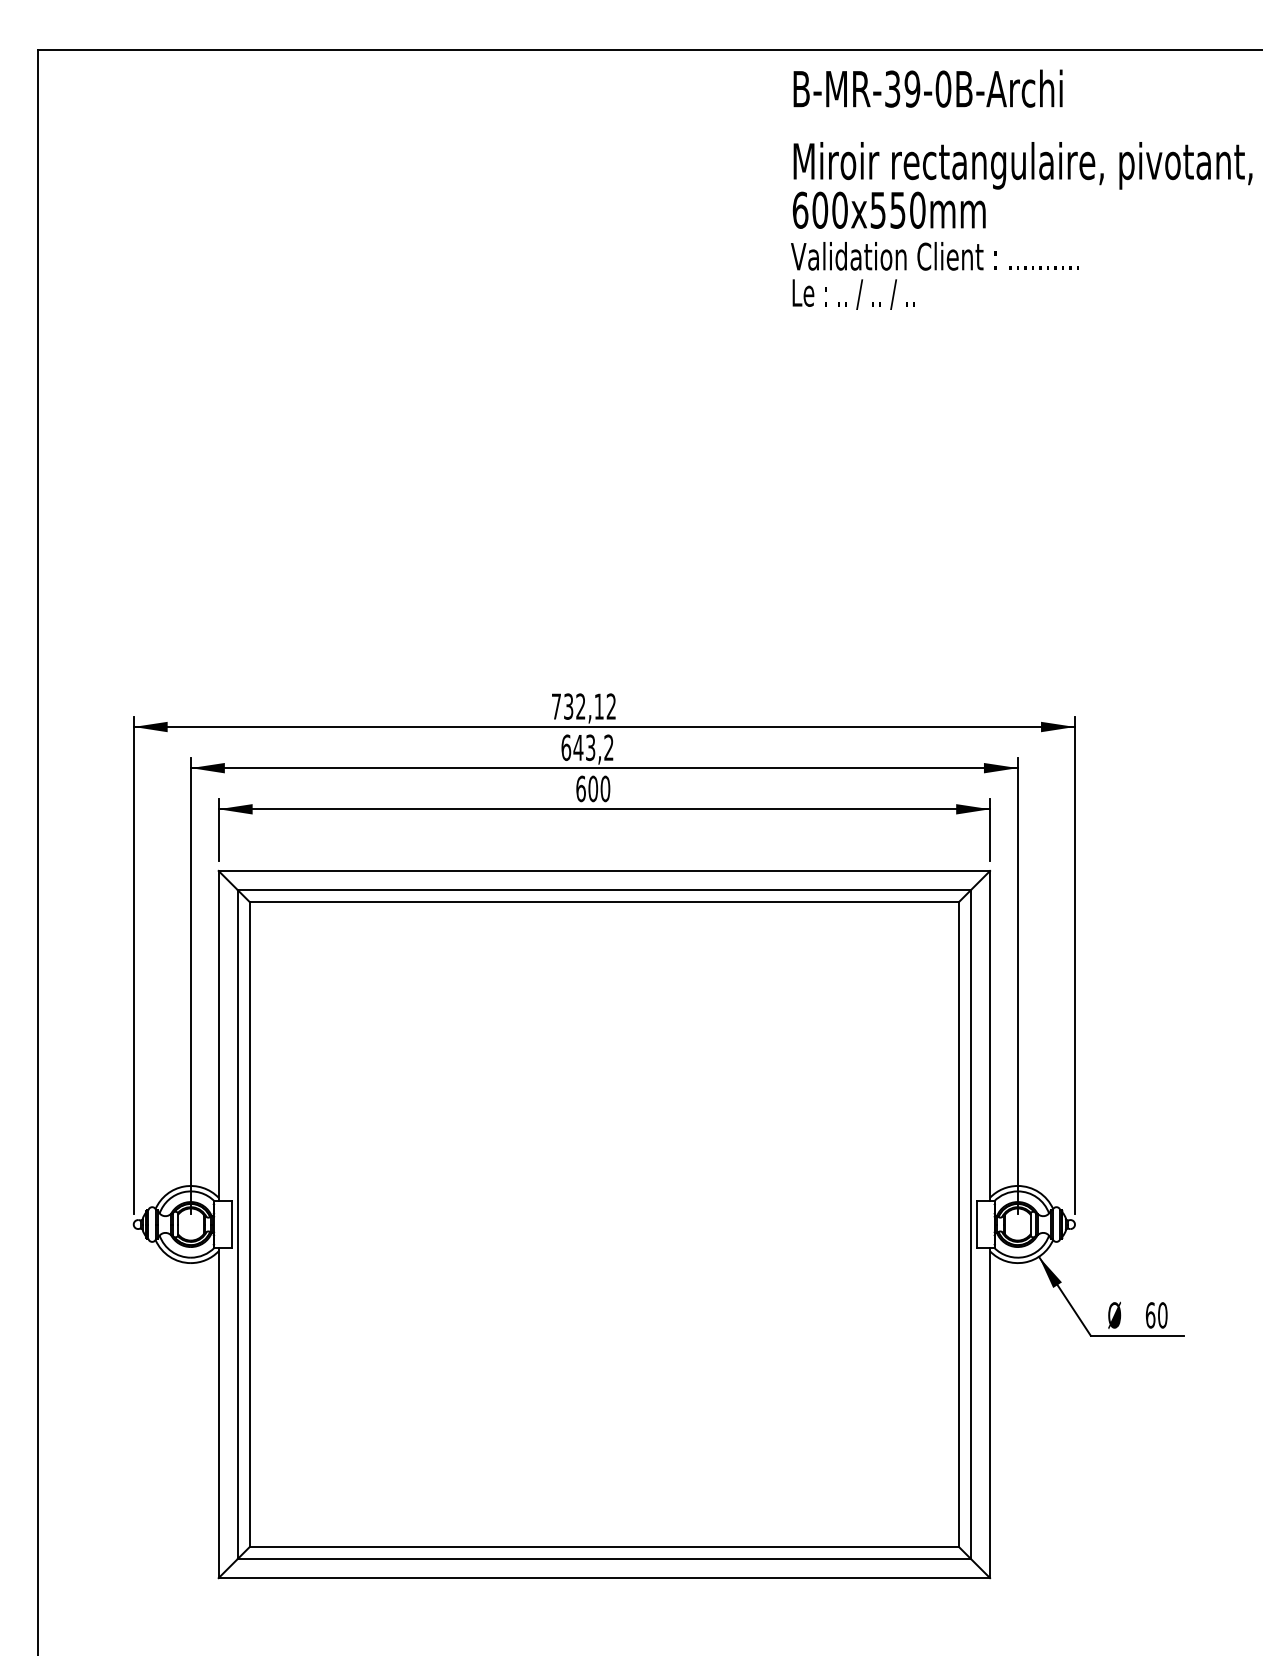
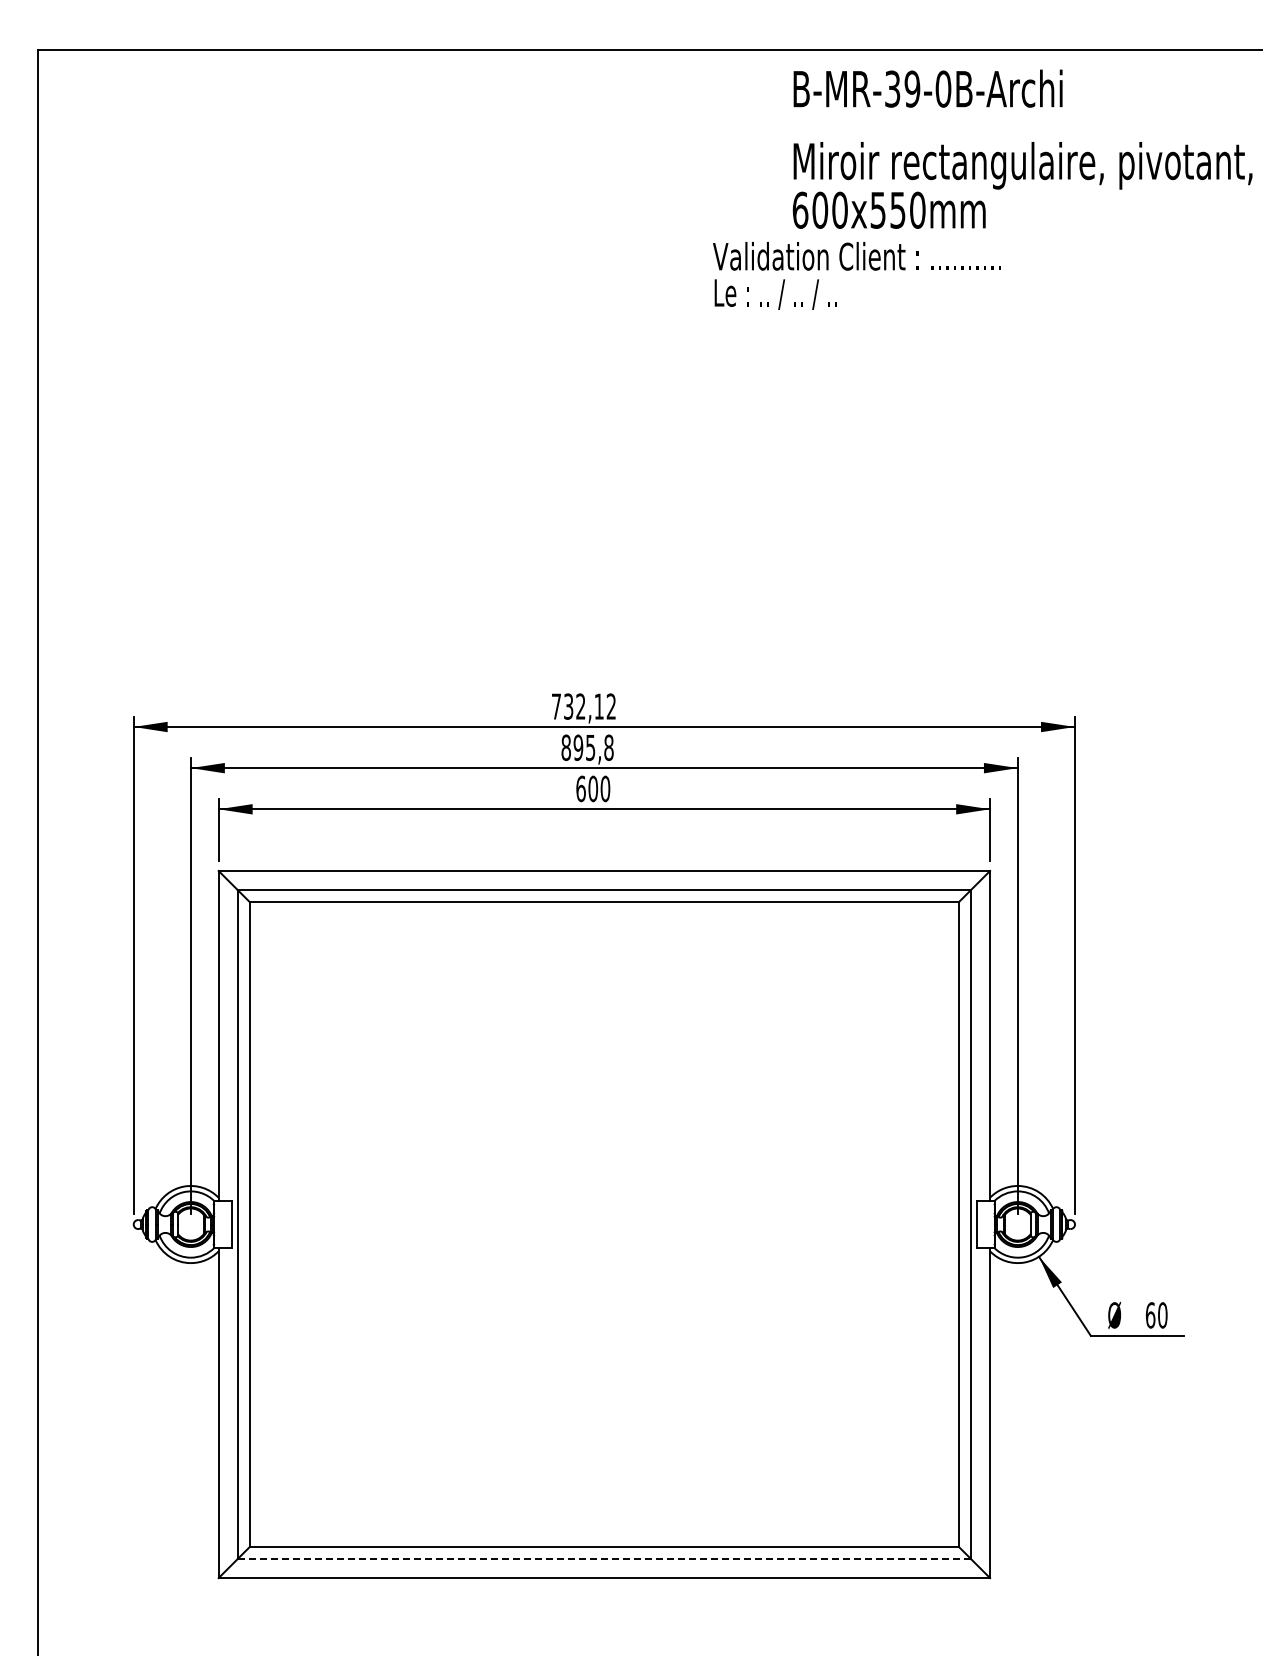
text at (934, 275) position: (934, 275) -> (856, 275)
text at (587, 747): 643,2 -> 895,8
line at (603, 1558): solid -> dashed
